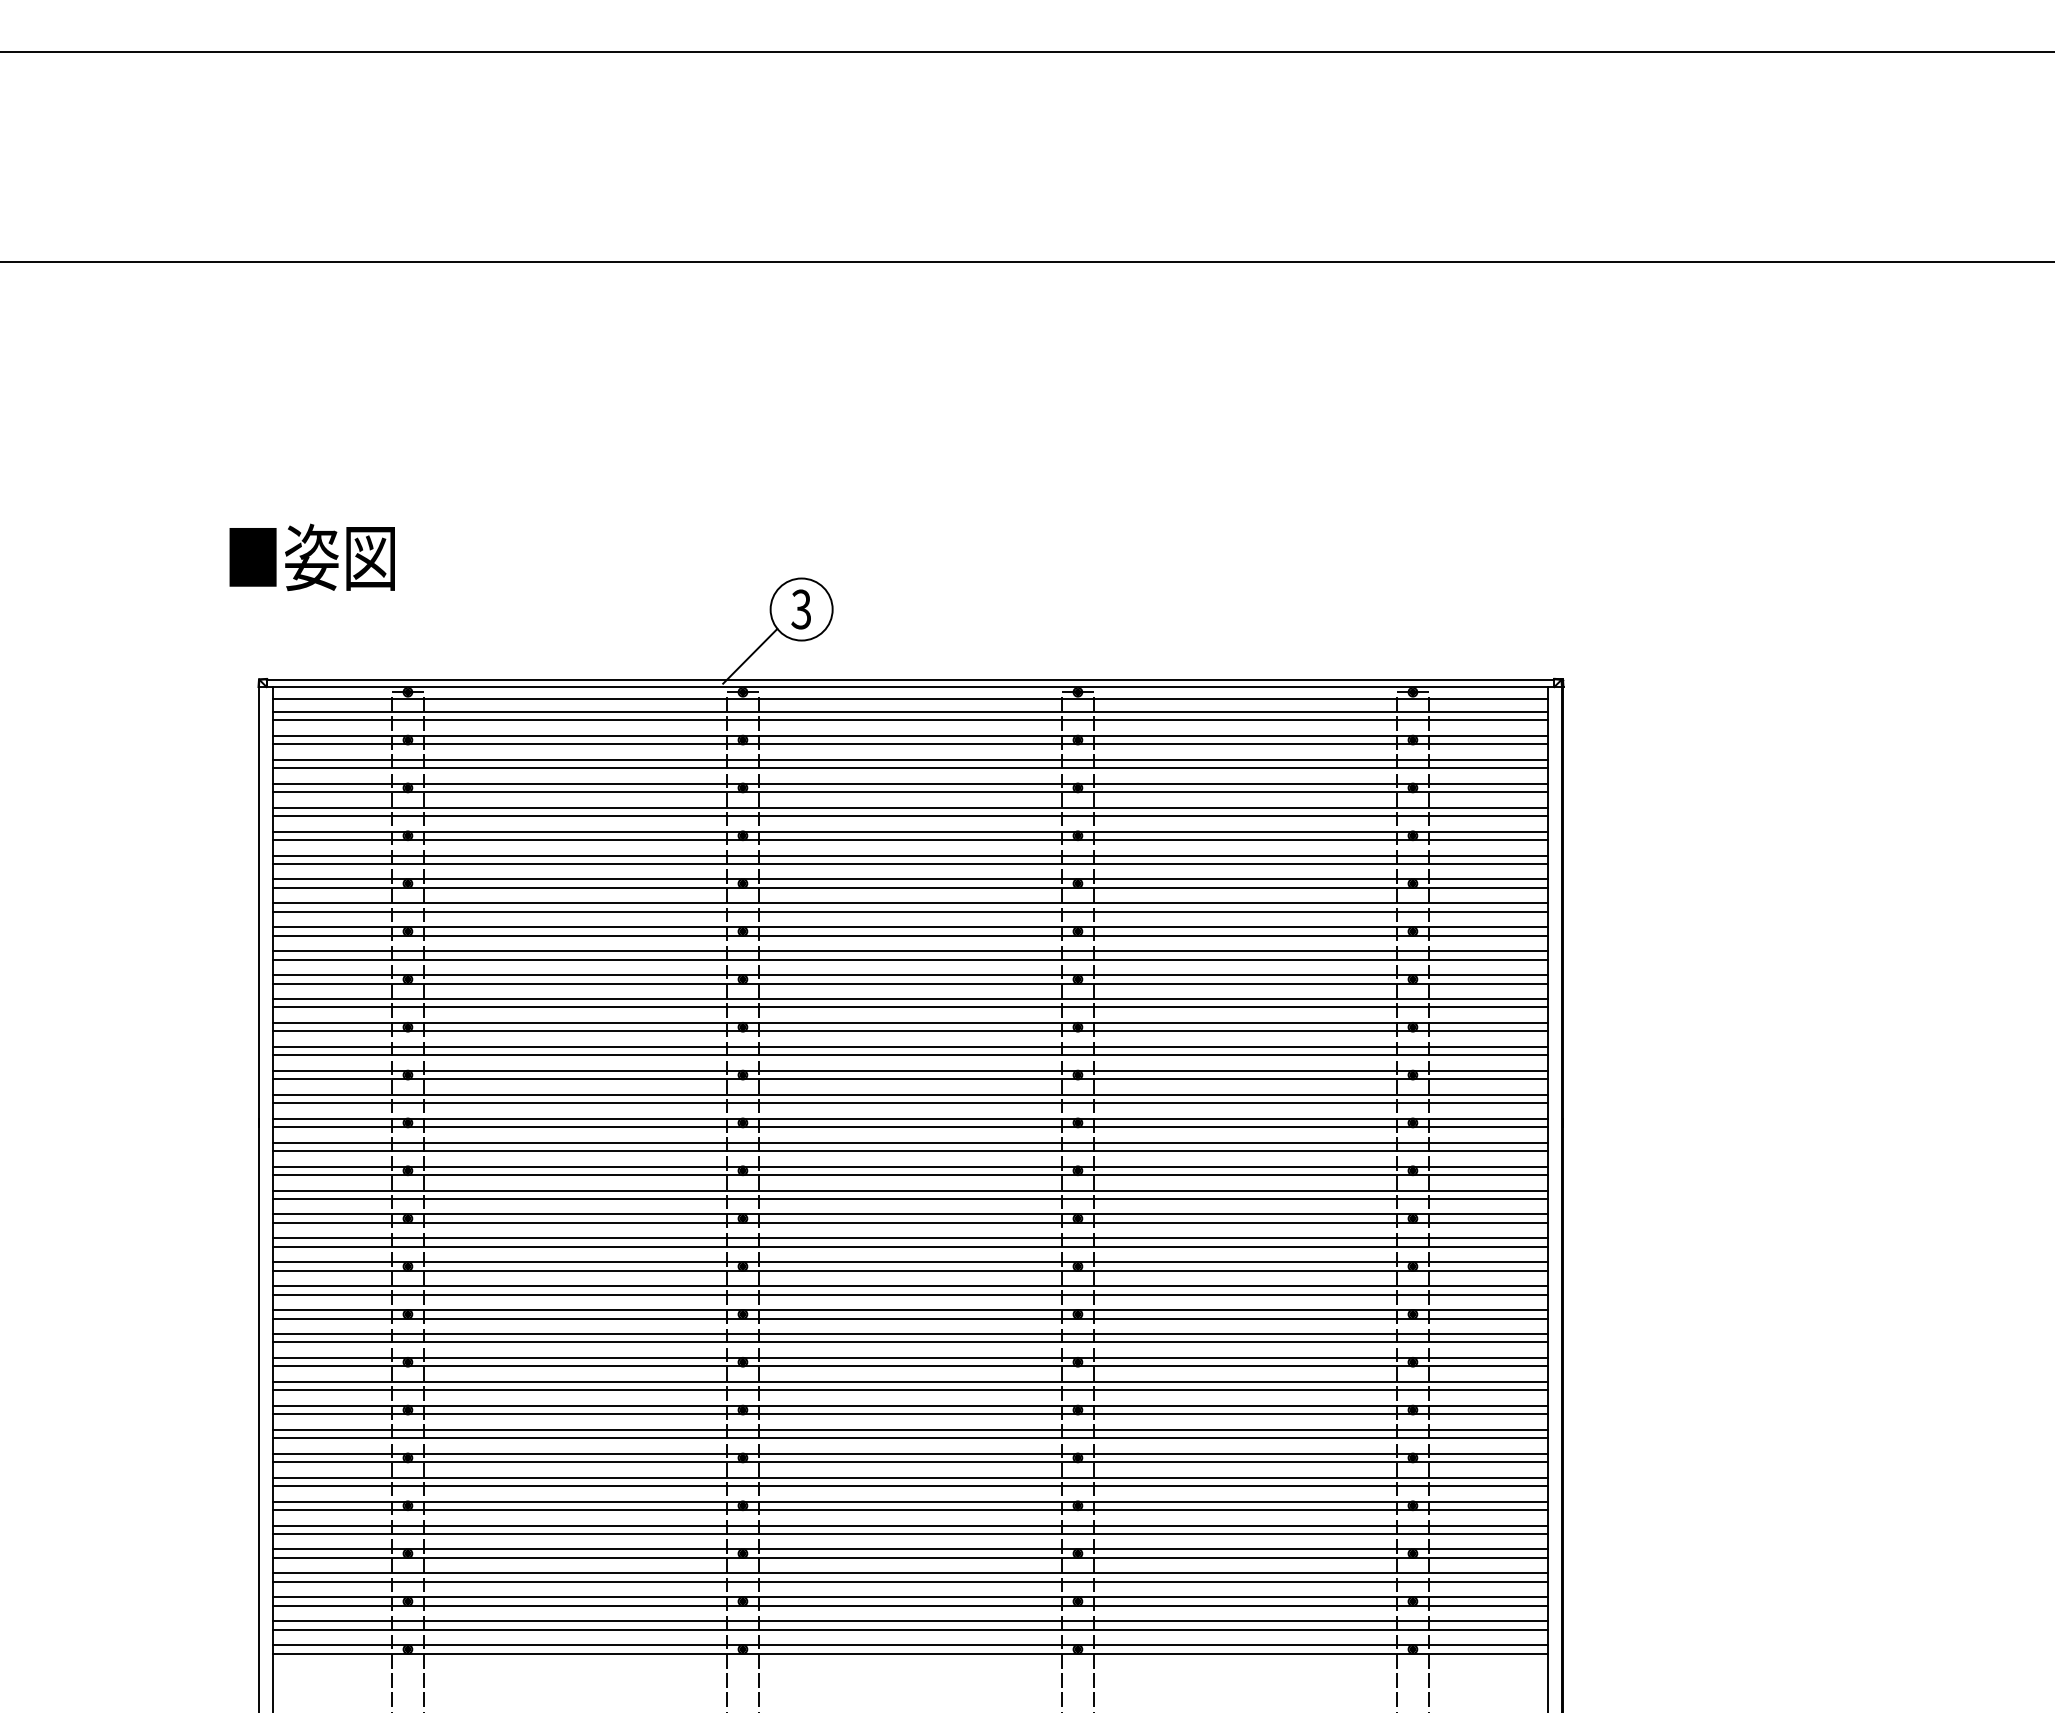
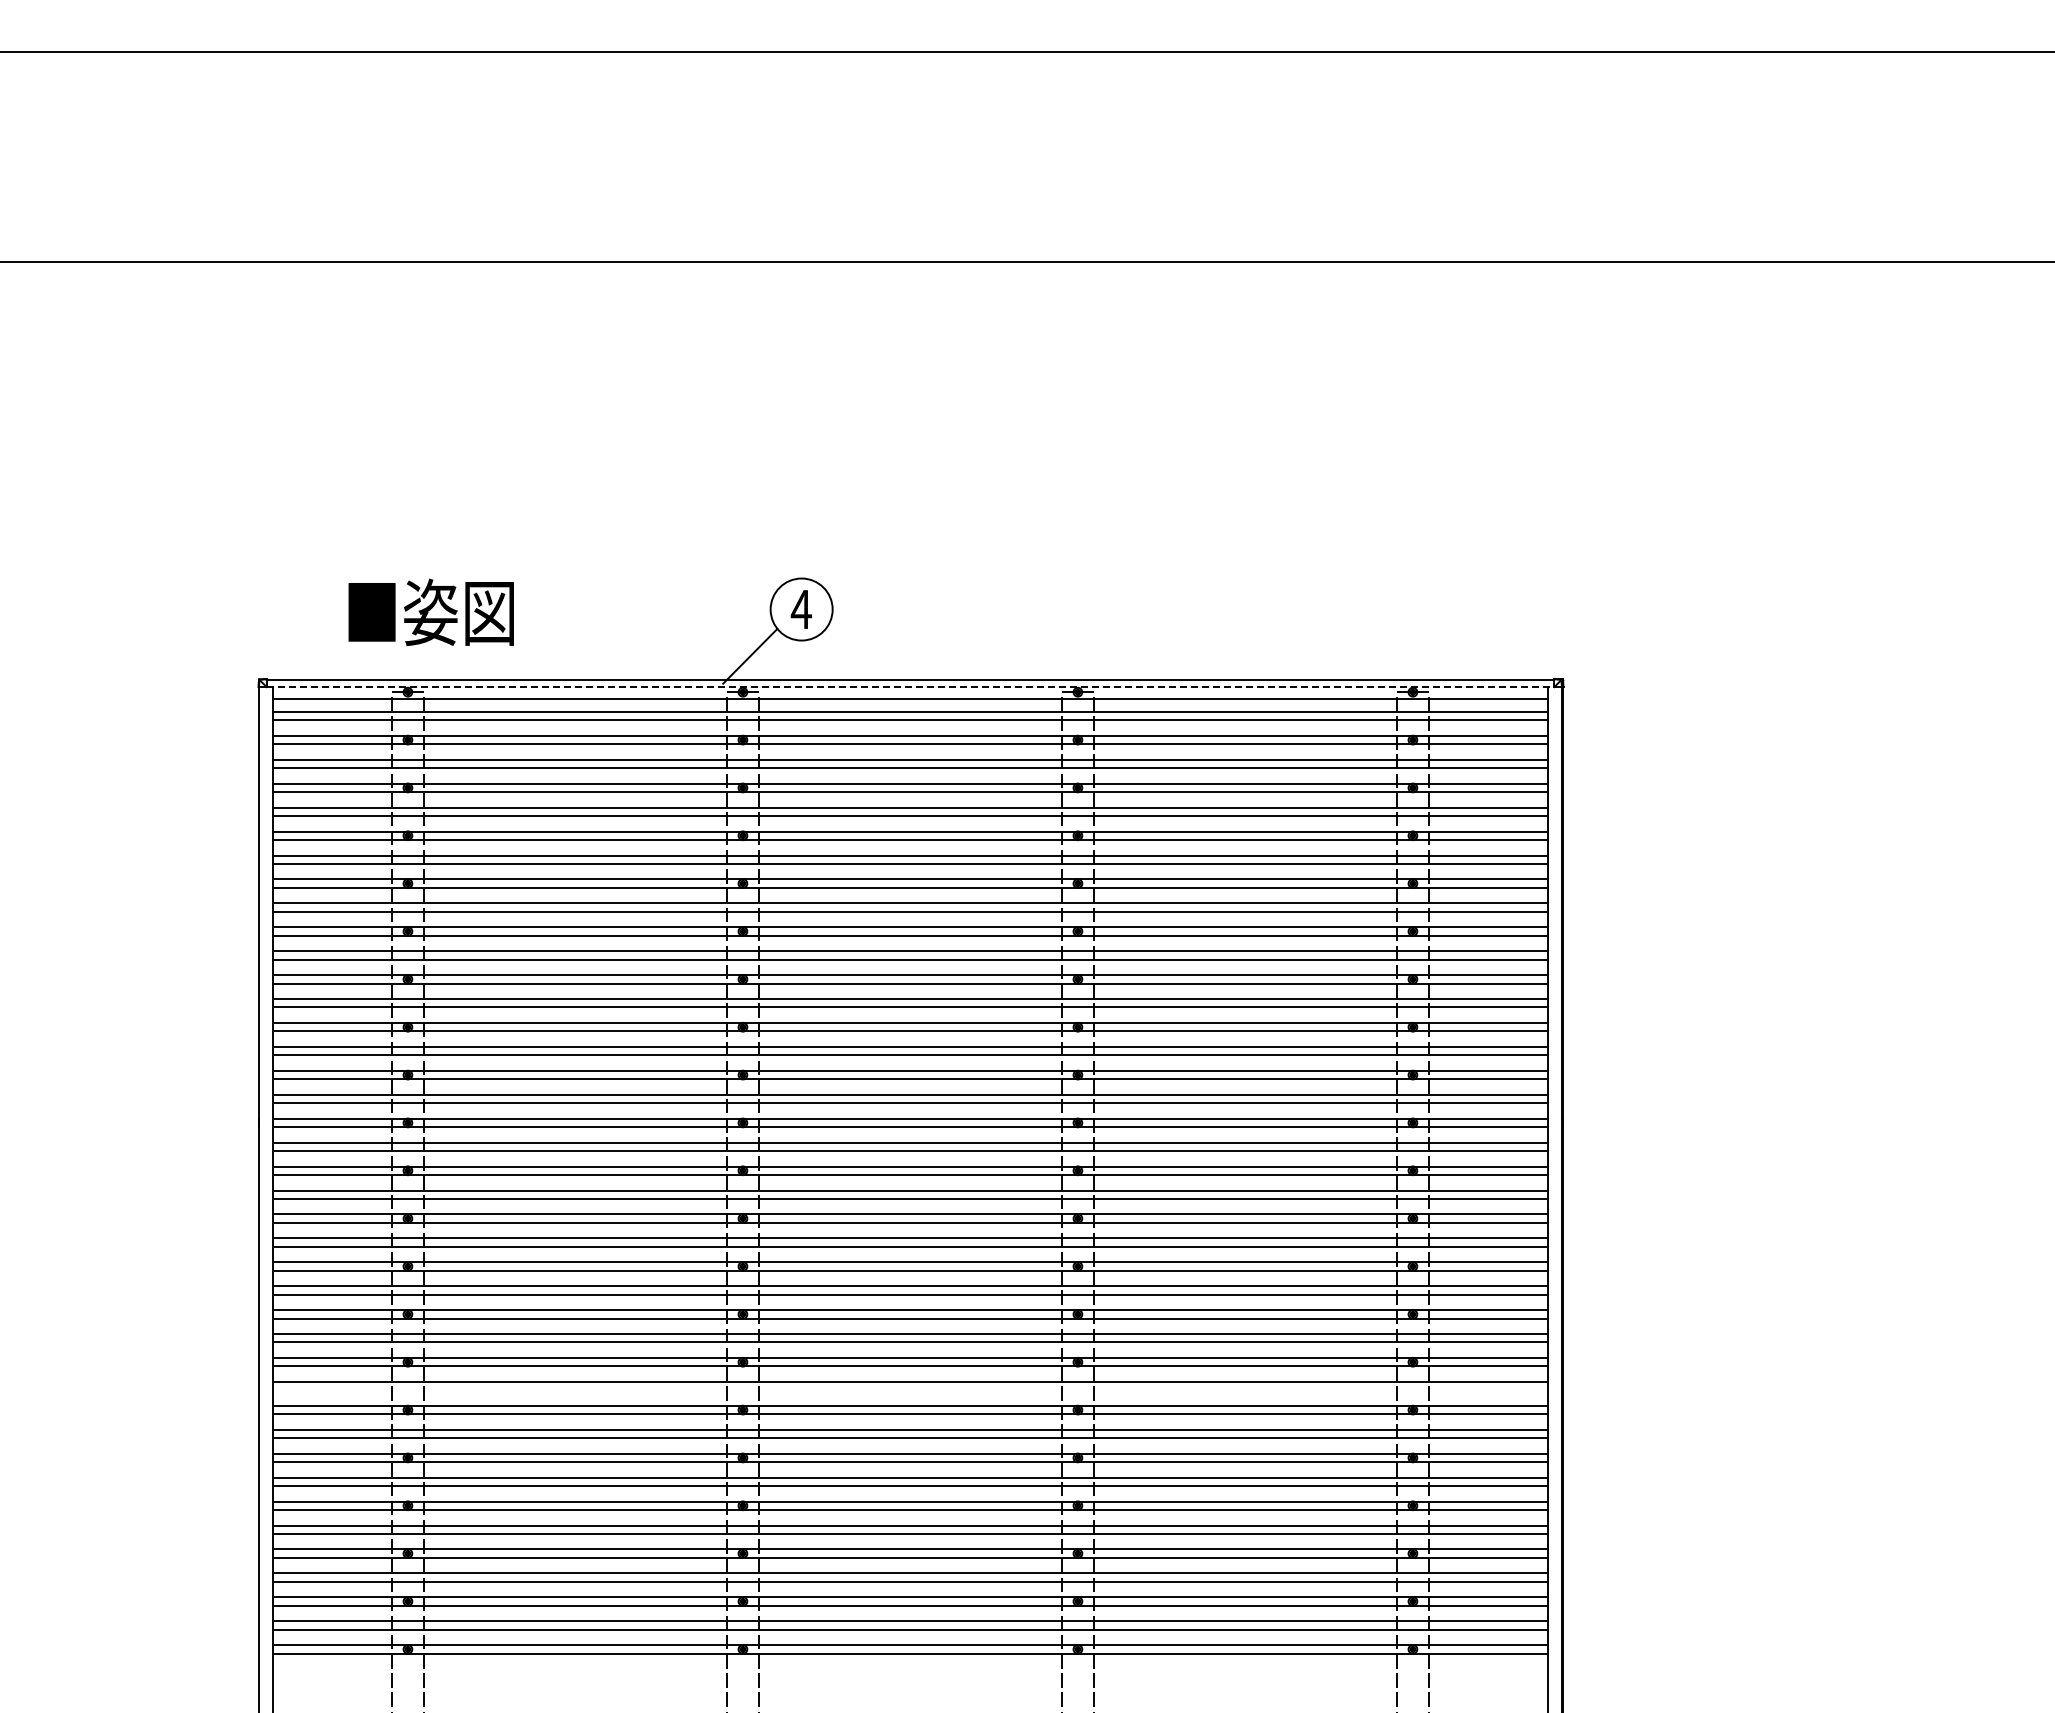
text at (311, 556) position: (311, 556) -> (430, 611)
text at (800, 609): 3 -> 4
line at (910, 686): solid -> dashed
line at (910, 1390): present -> none
